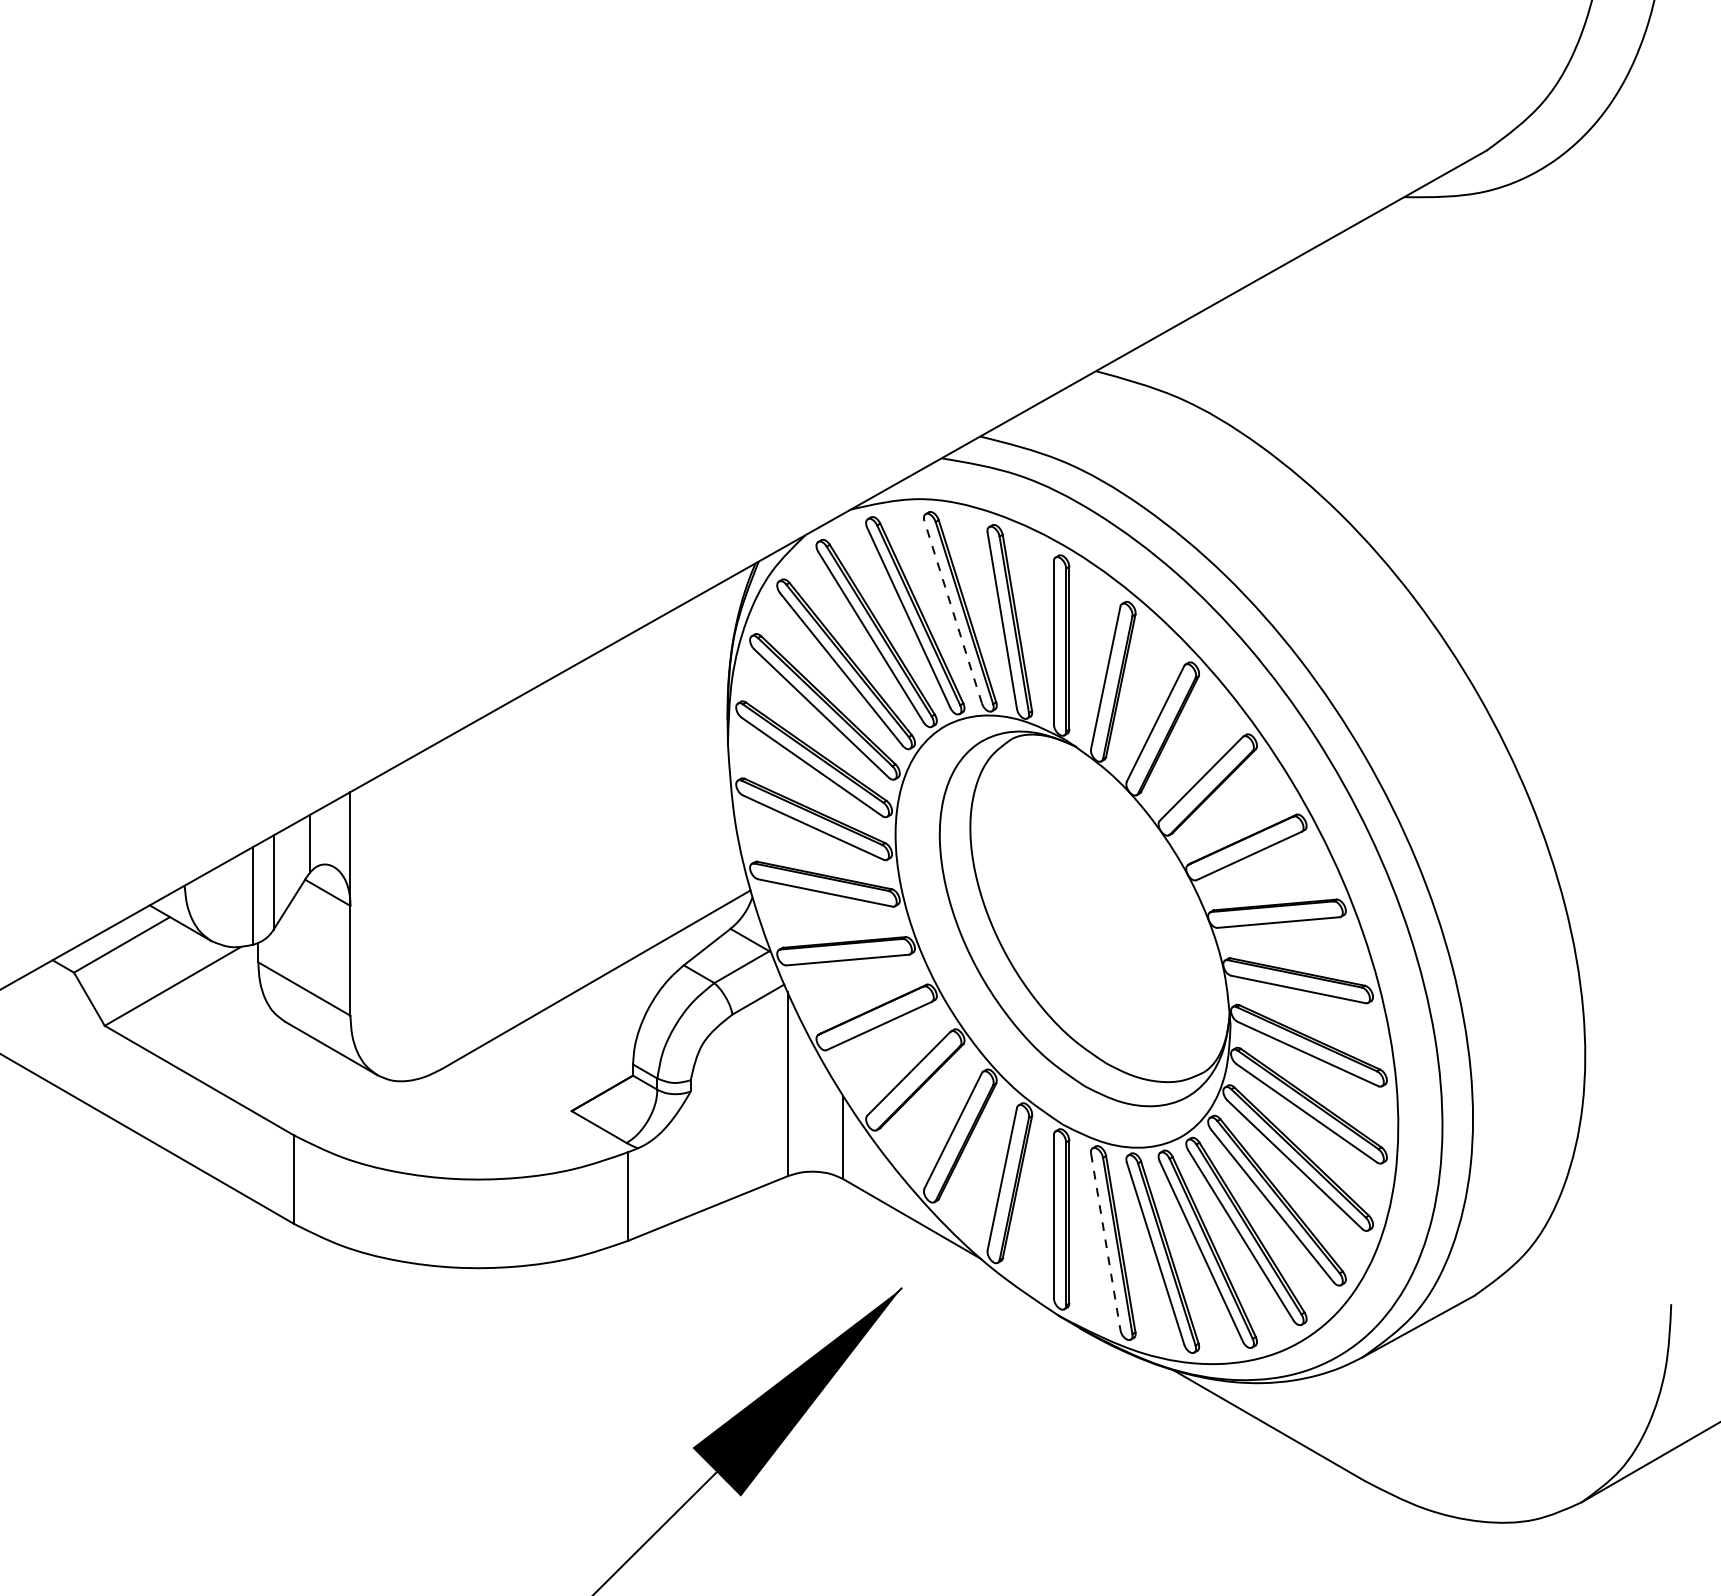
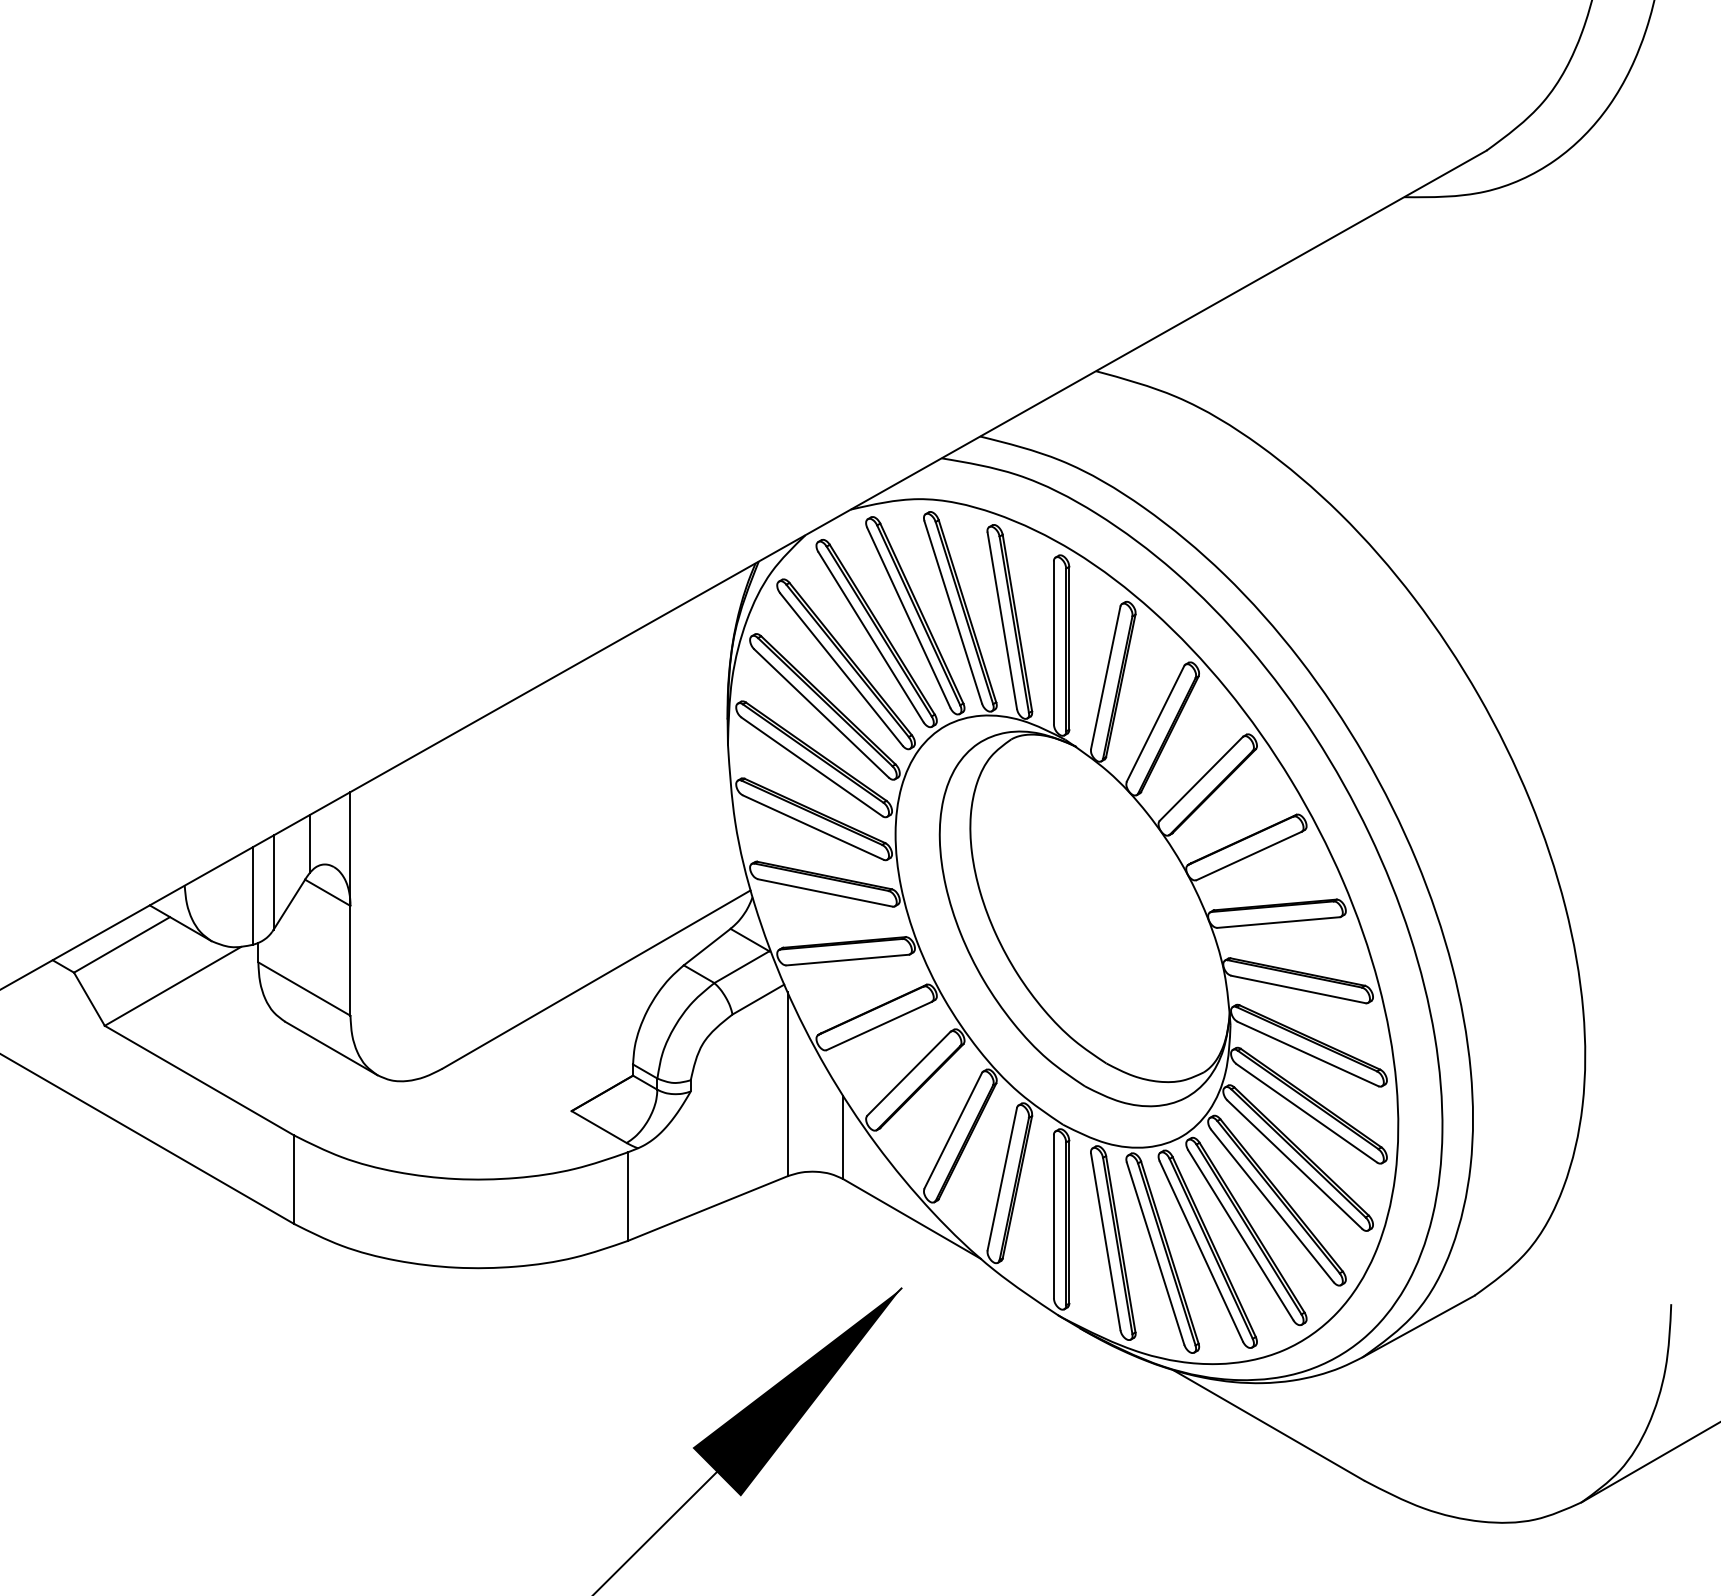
line at (953, 612): dashed -> solid
line at (1105, 1242): dashed -> solid
